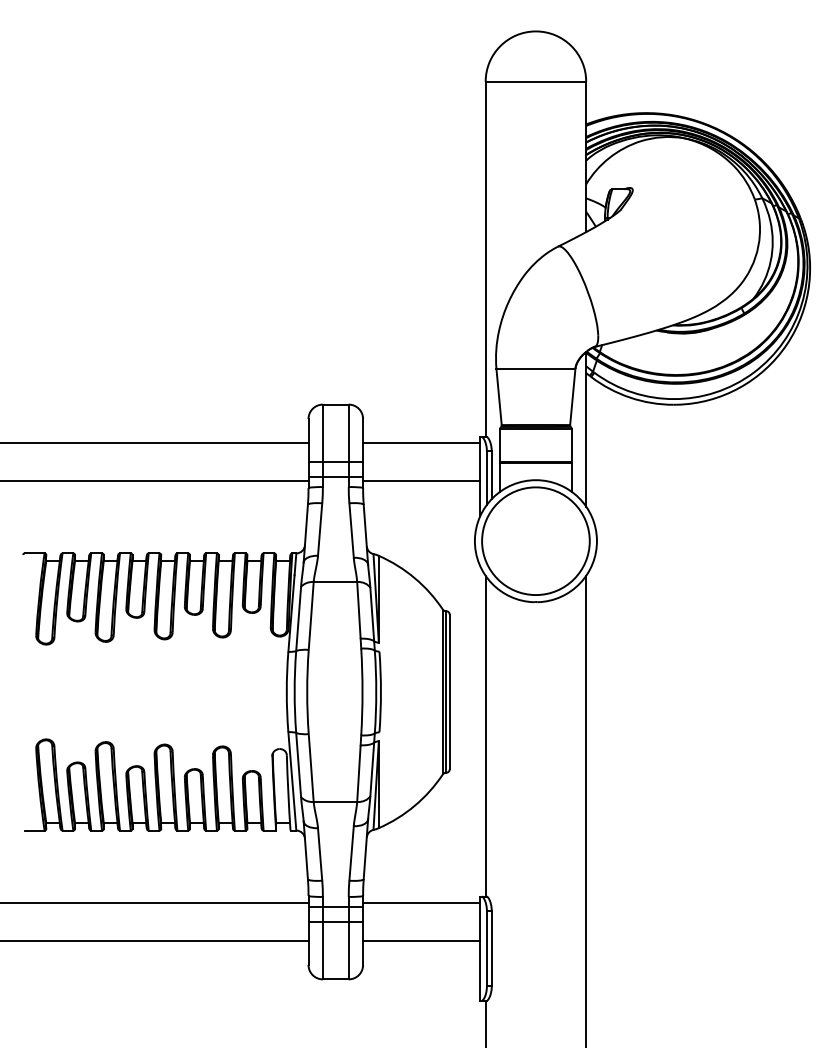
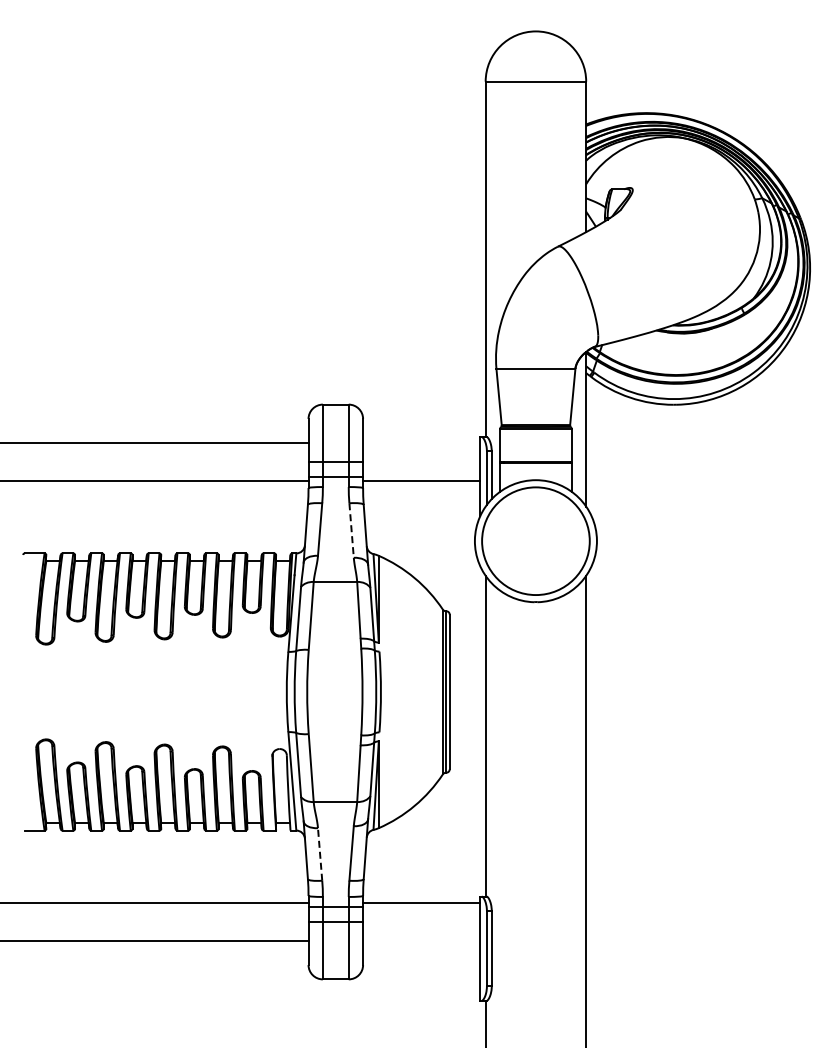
line at (421, 443): present -> none
line at (351, 531): solid -> dashed
line at (320, 853): solid -> dashed
line at (421, 940): present -> none
